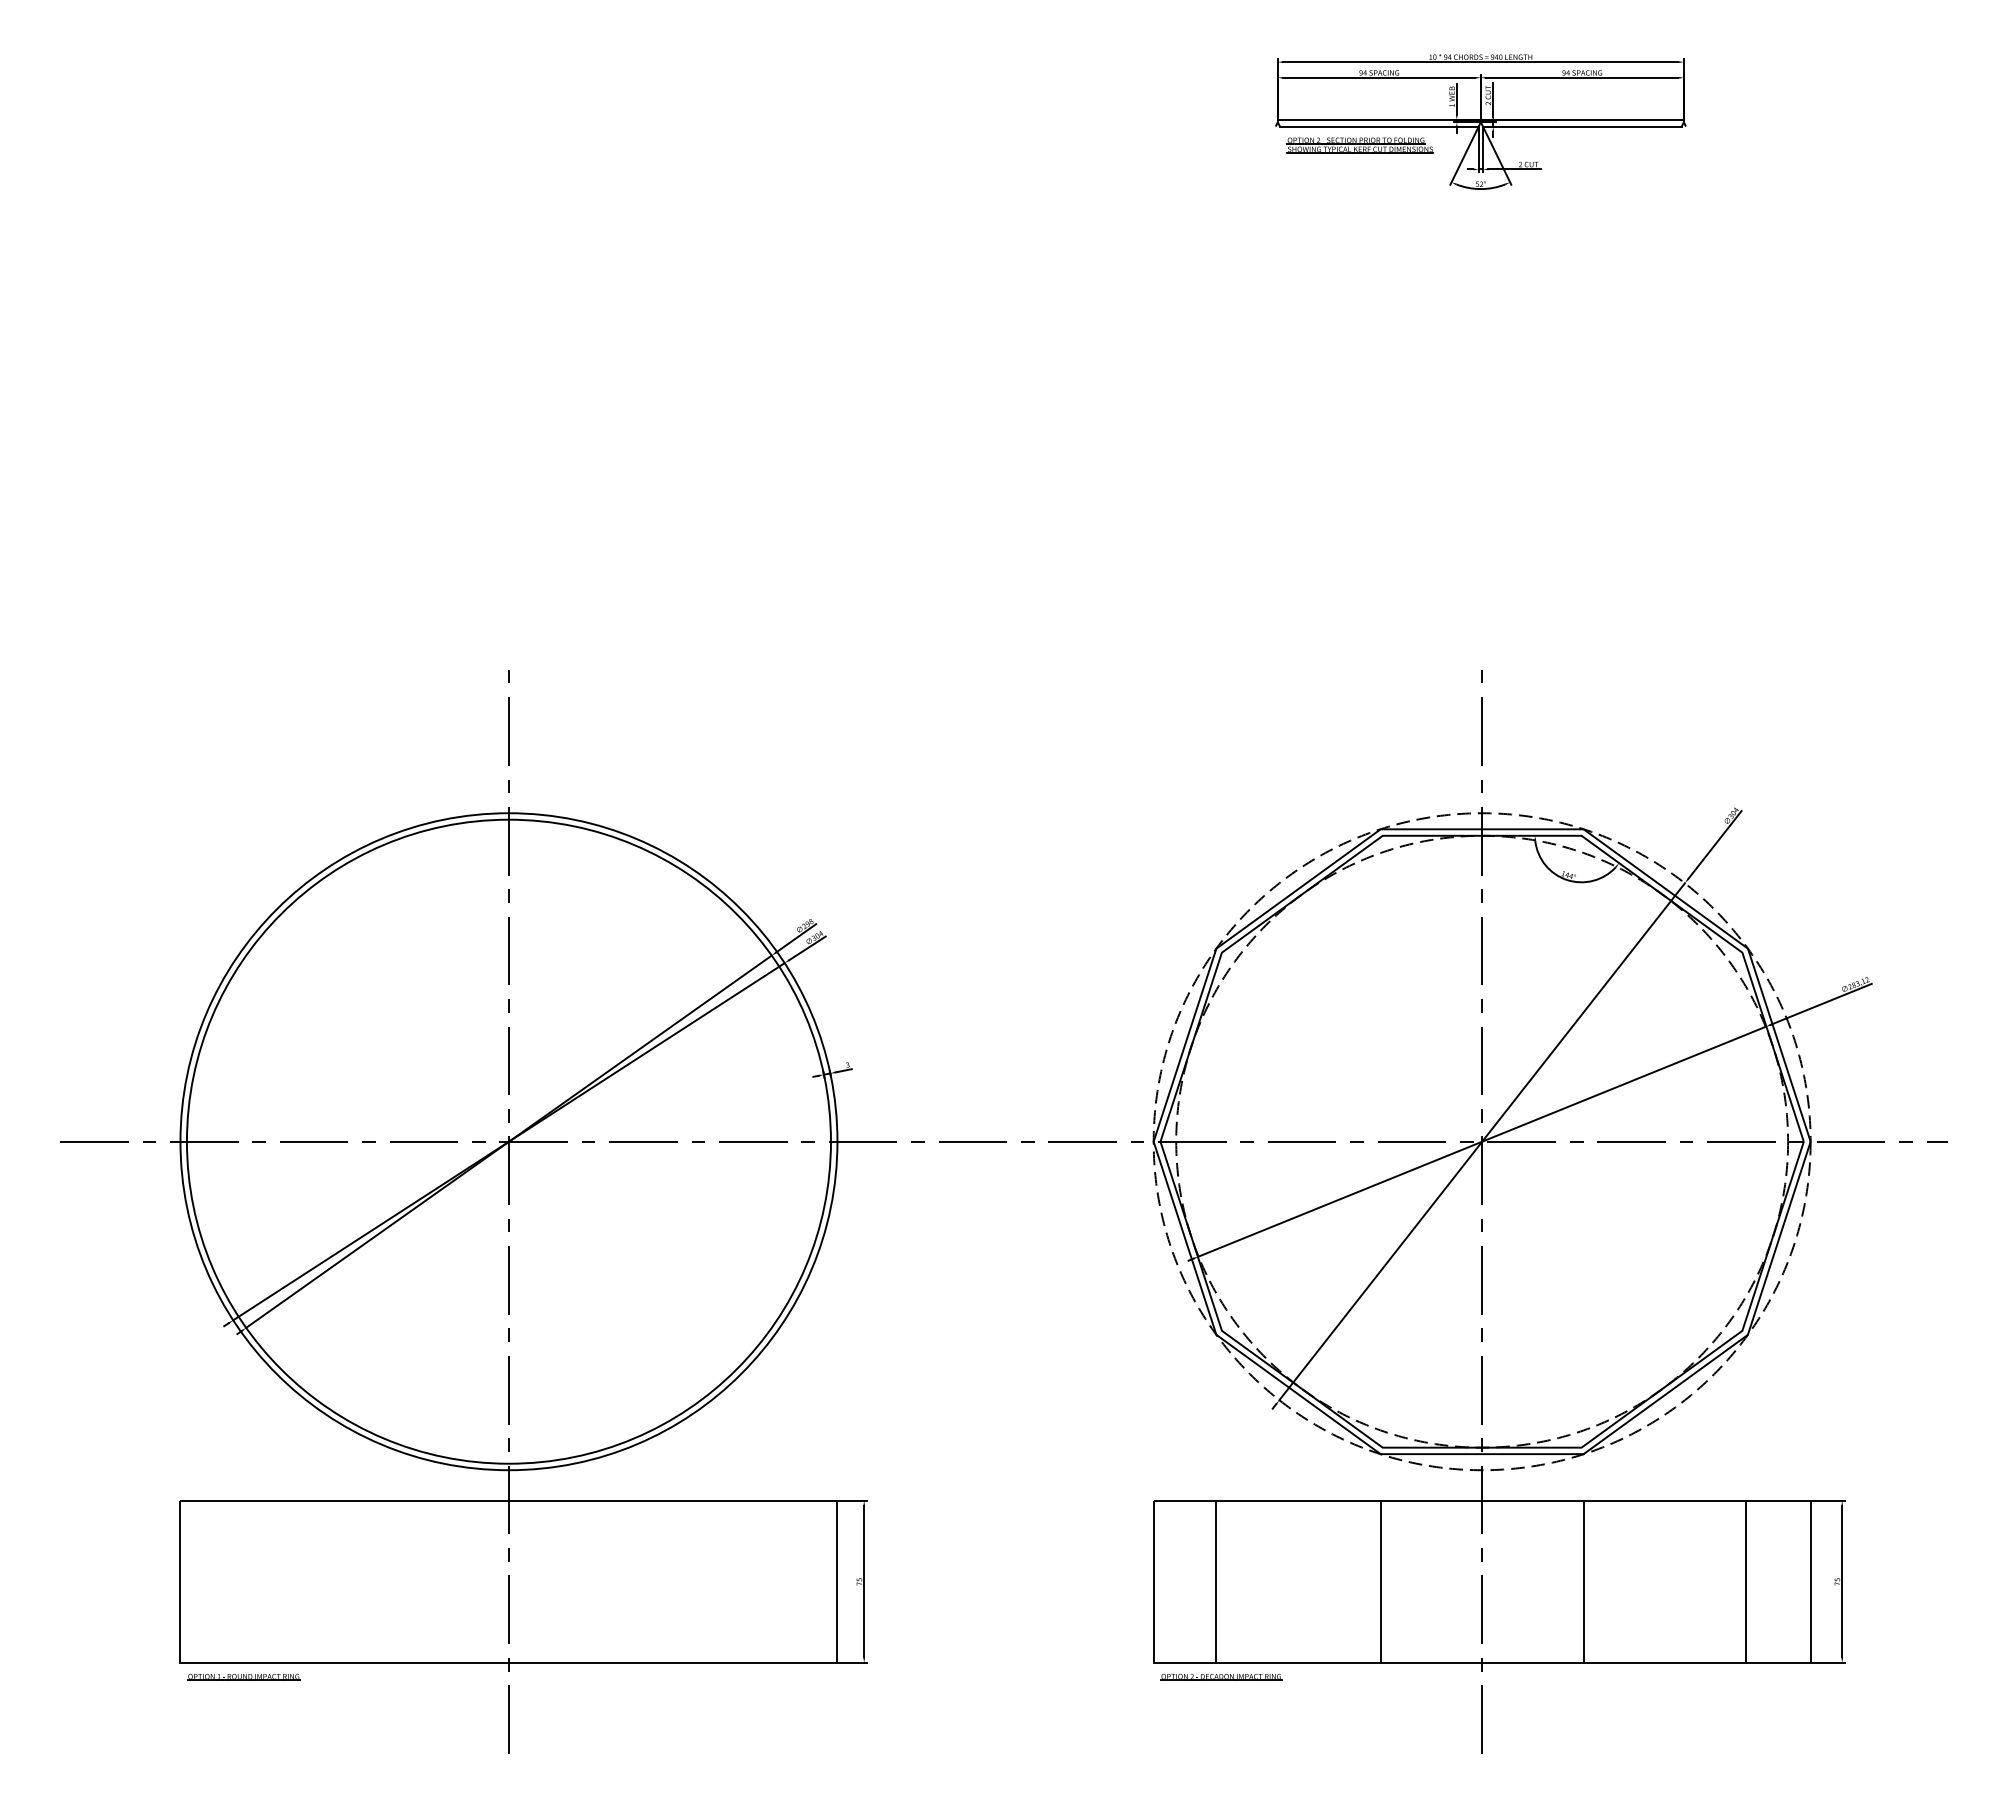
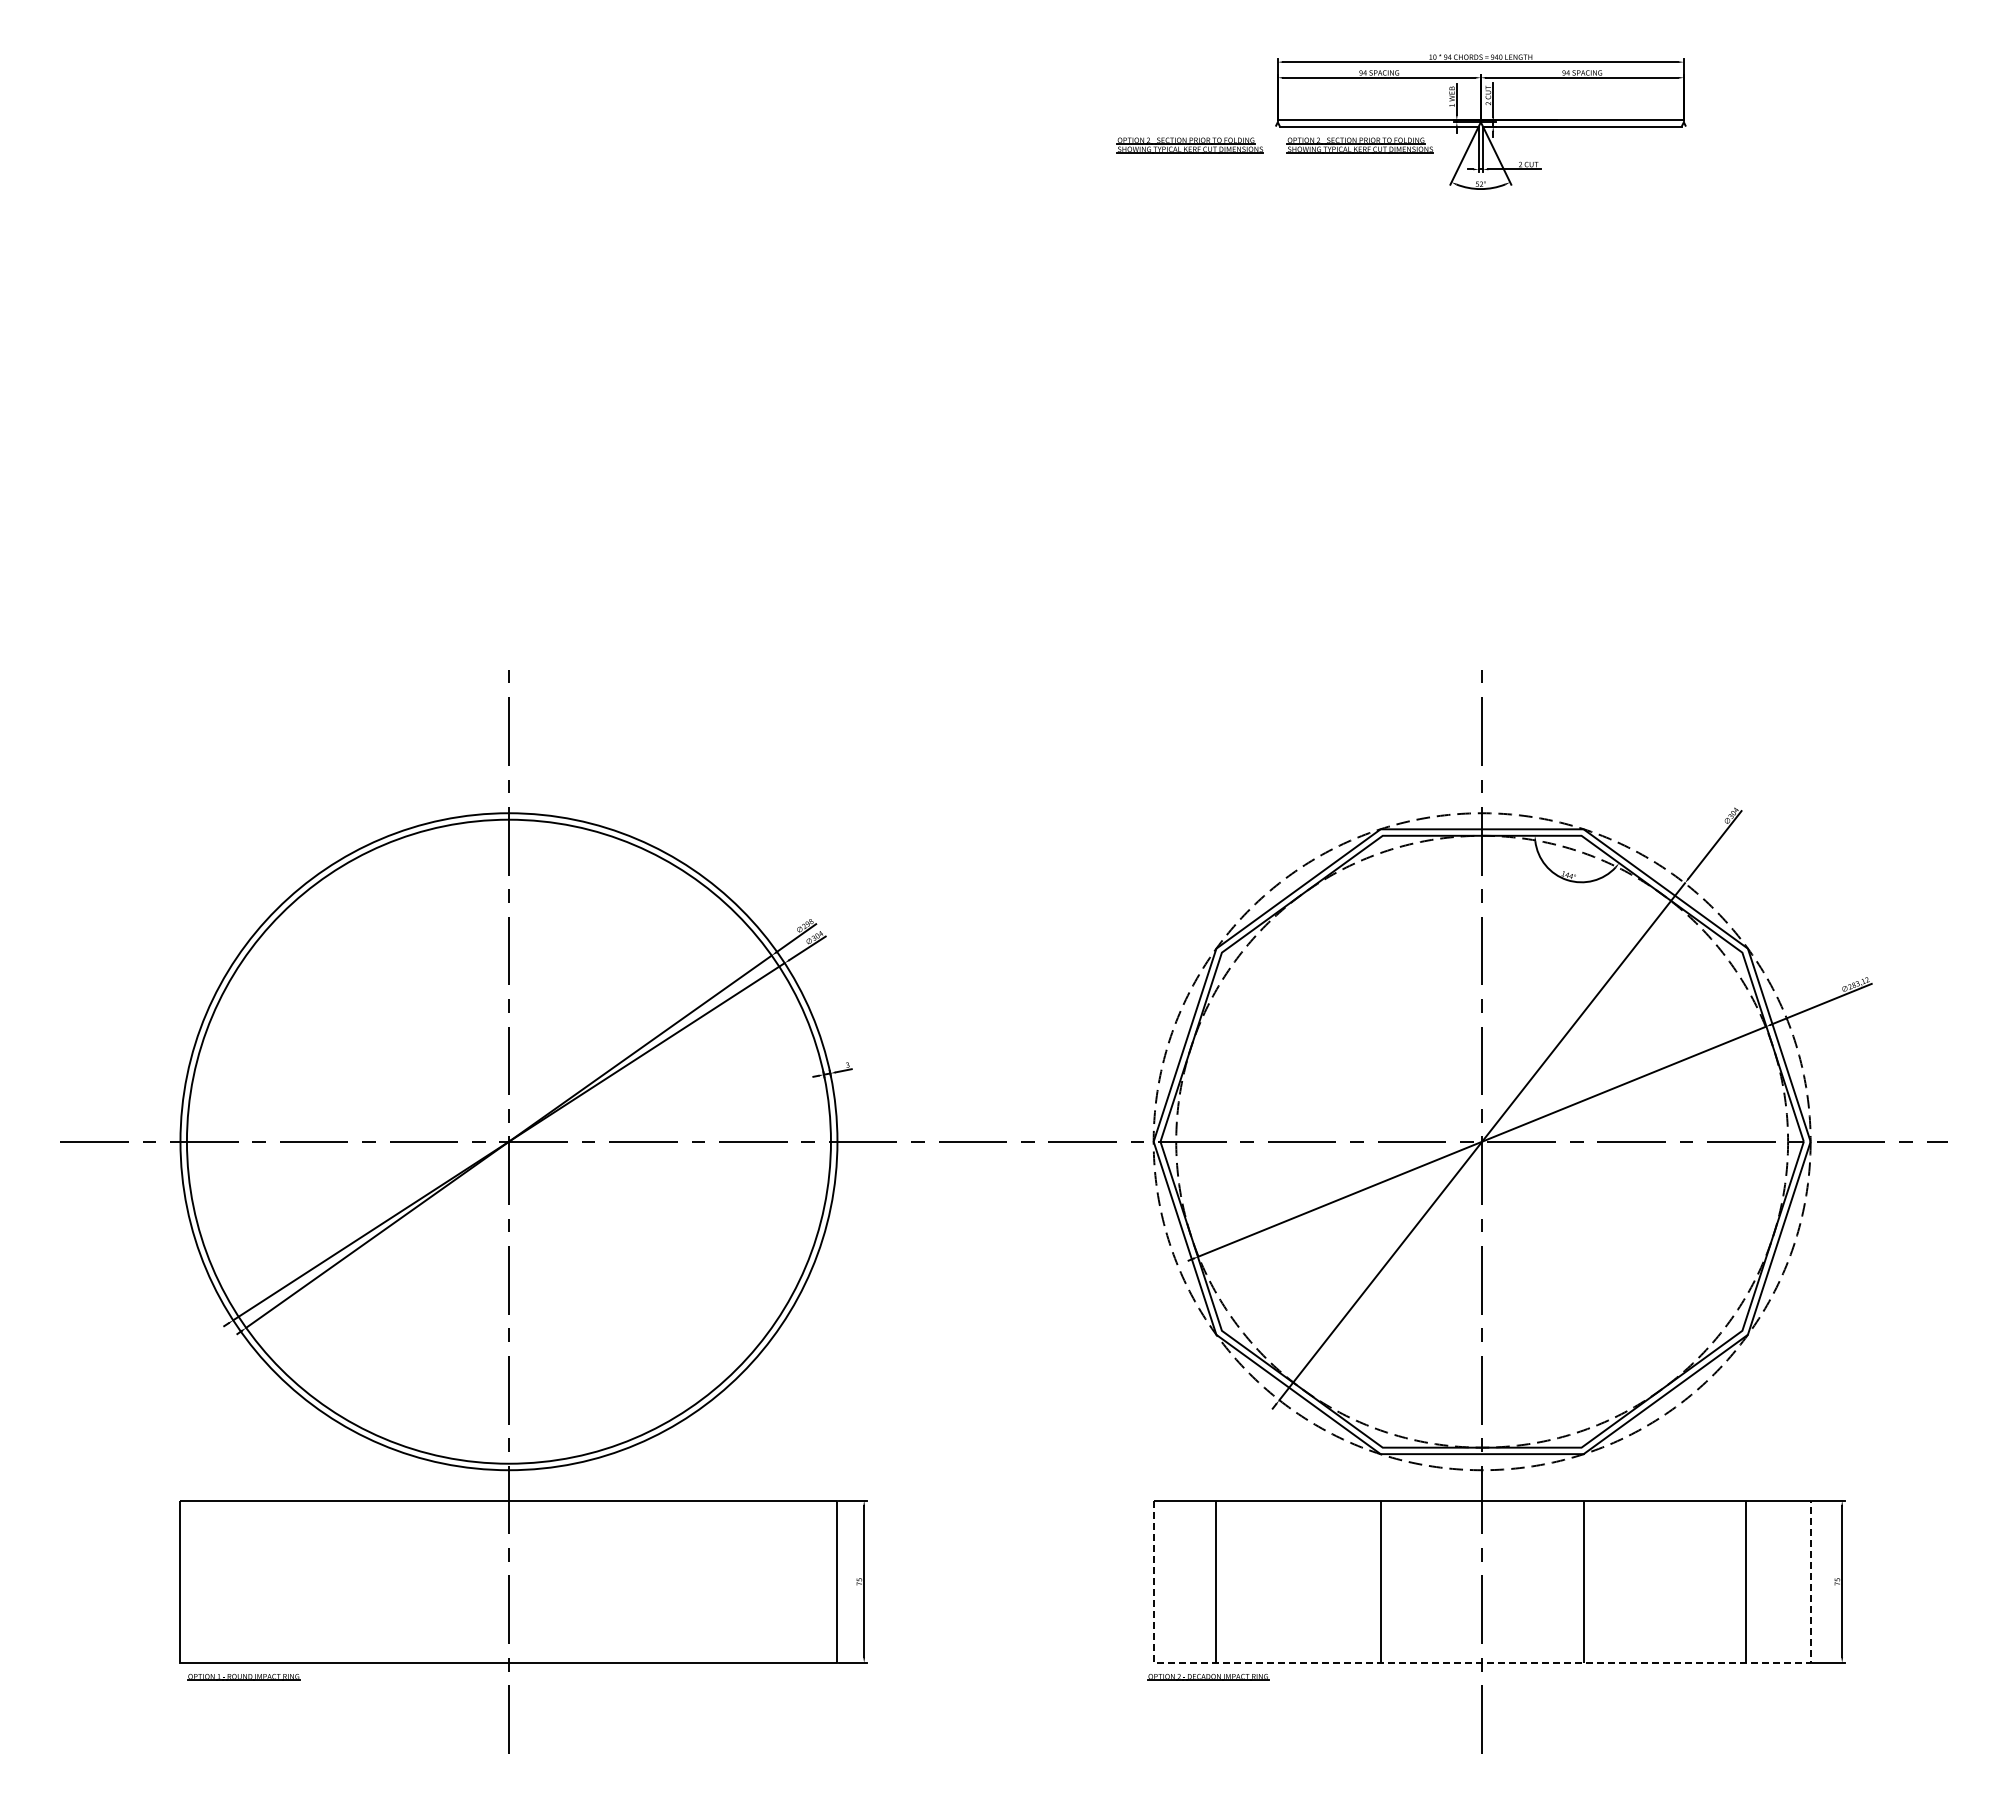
part at (1189, 145): none -> present
line at (1482, 1662): solid -> dashed
part at (1221, 1677) position: (1221, 1677) -> (1208, 1677)
